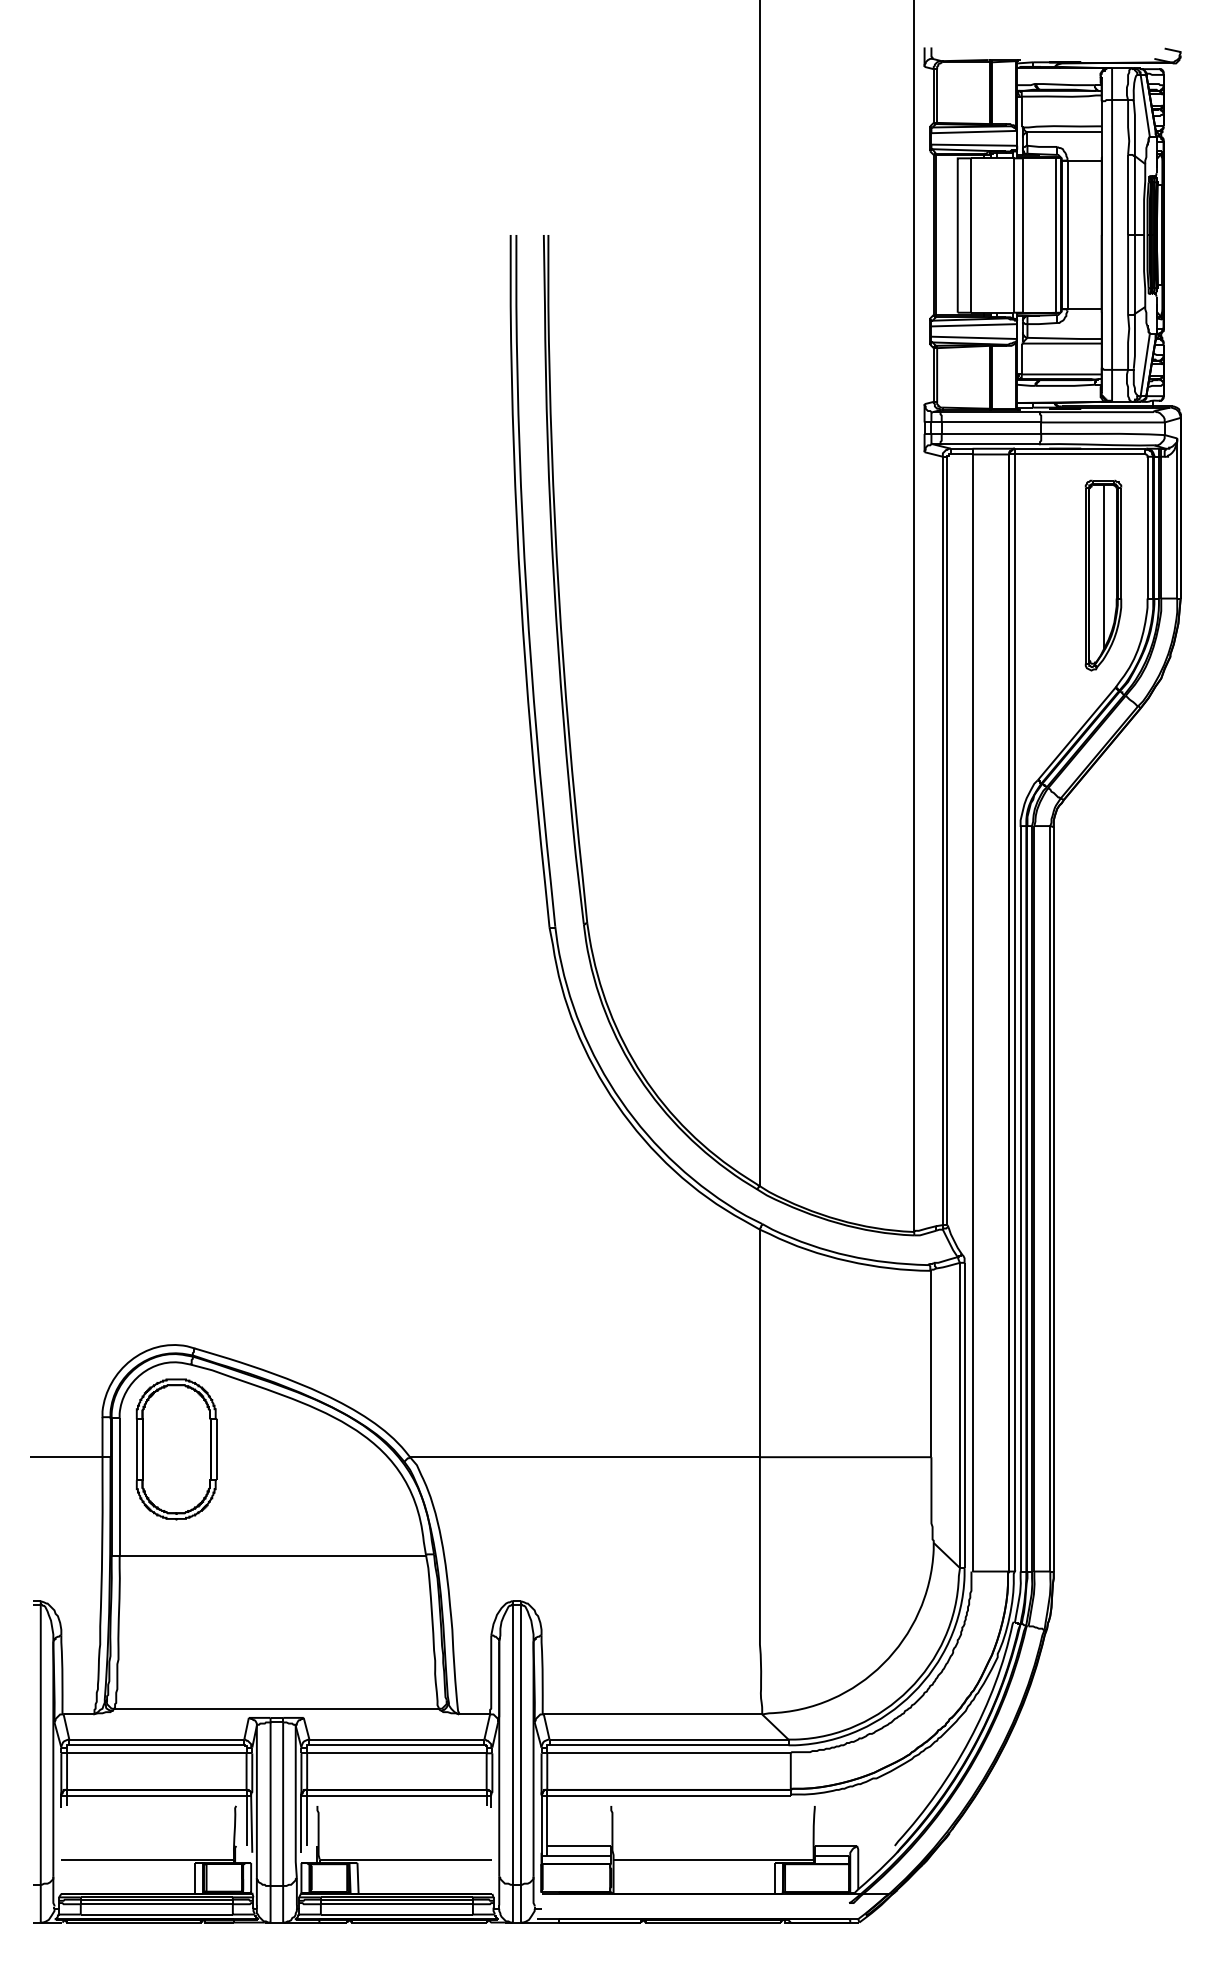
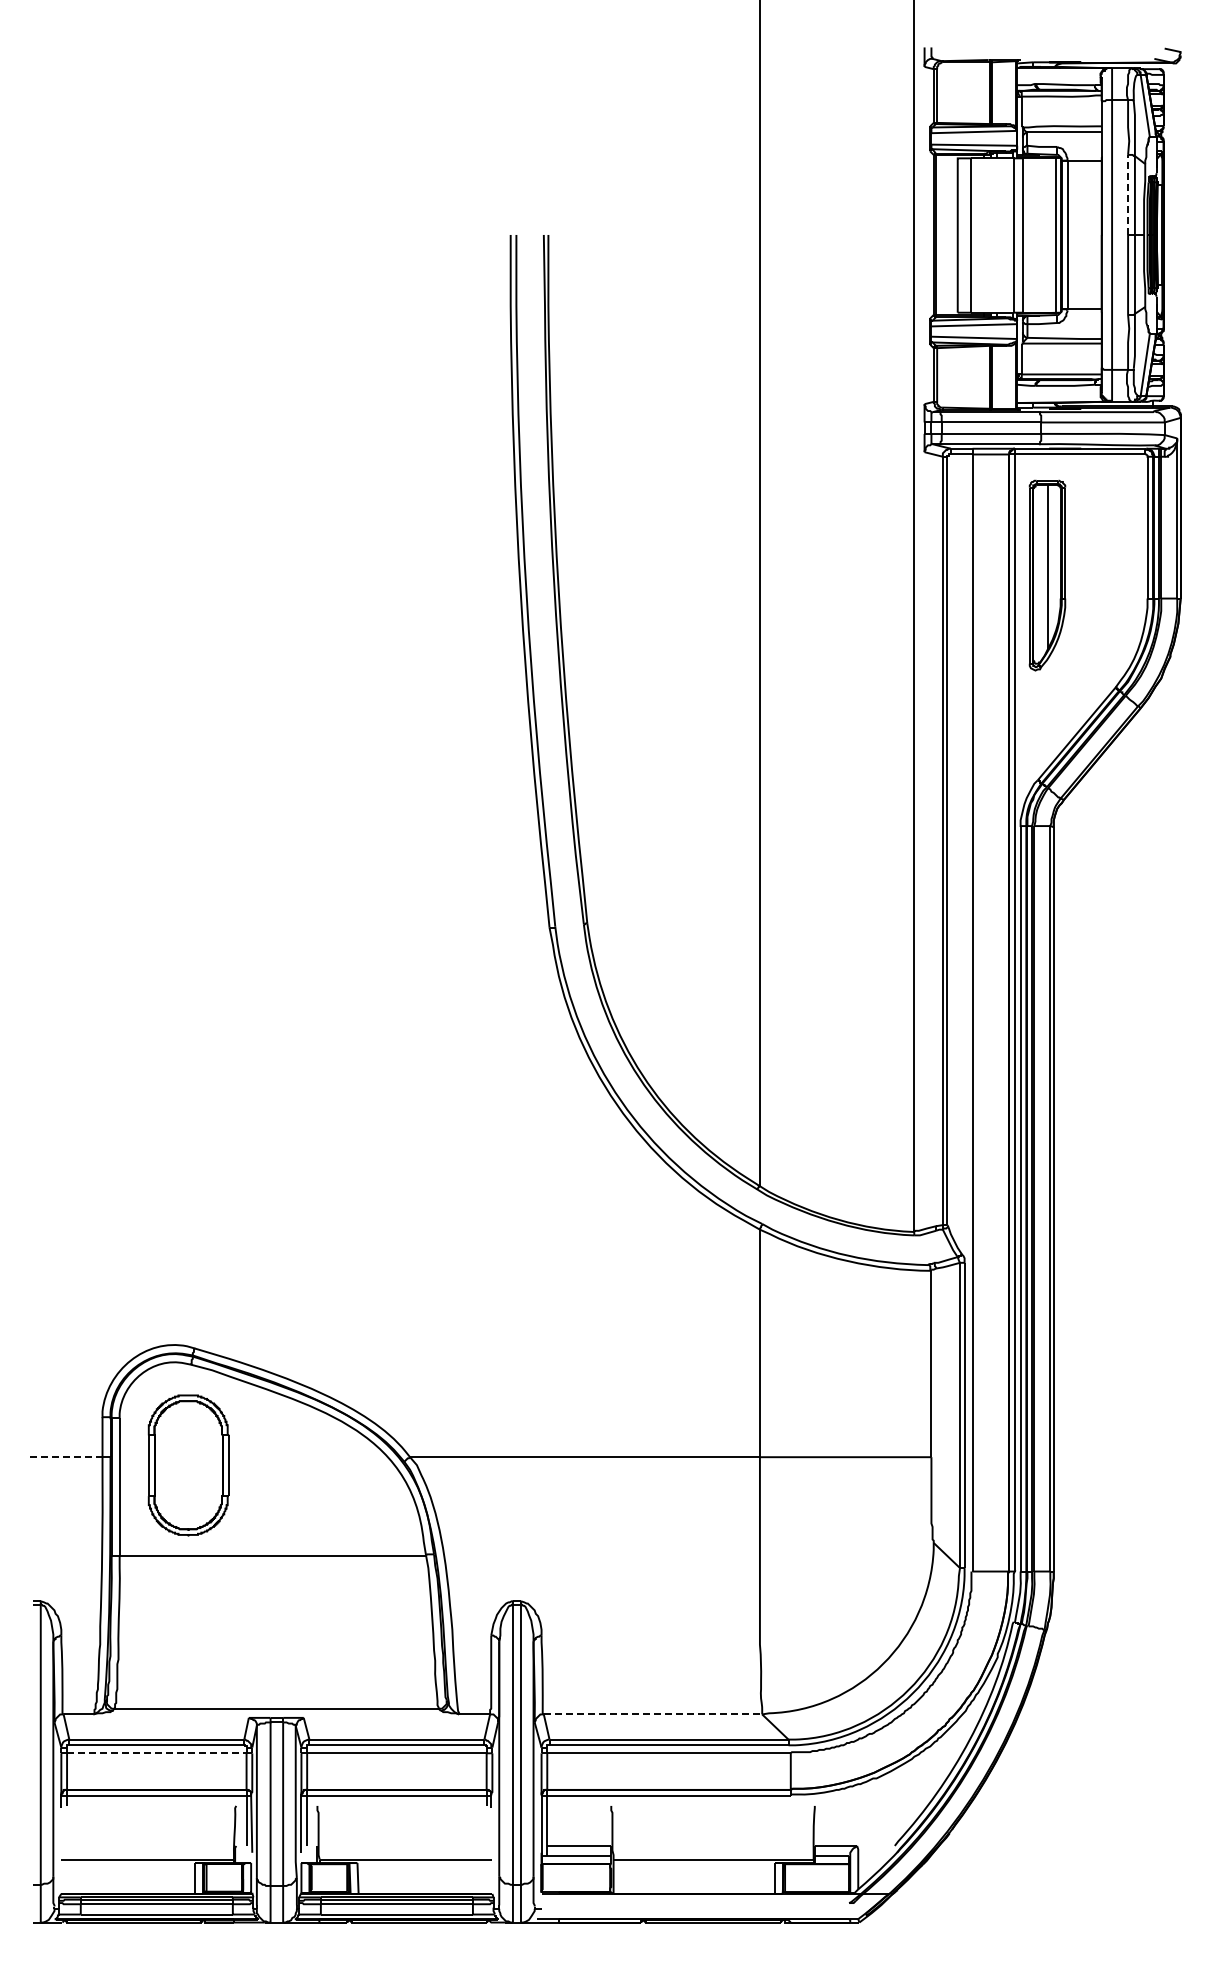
line at (1128, 194): solid -> dashed
part at (1103, 575) position: (1103, 575) -> (1047, 575)
part at (176, 1449) position: (176, 1449) -> (188, 1465)
line at (66, 1457): solid -> dashed
line at (653, 1714): solid -> dashed
line at (156, 1753): solid -> dashed
